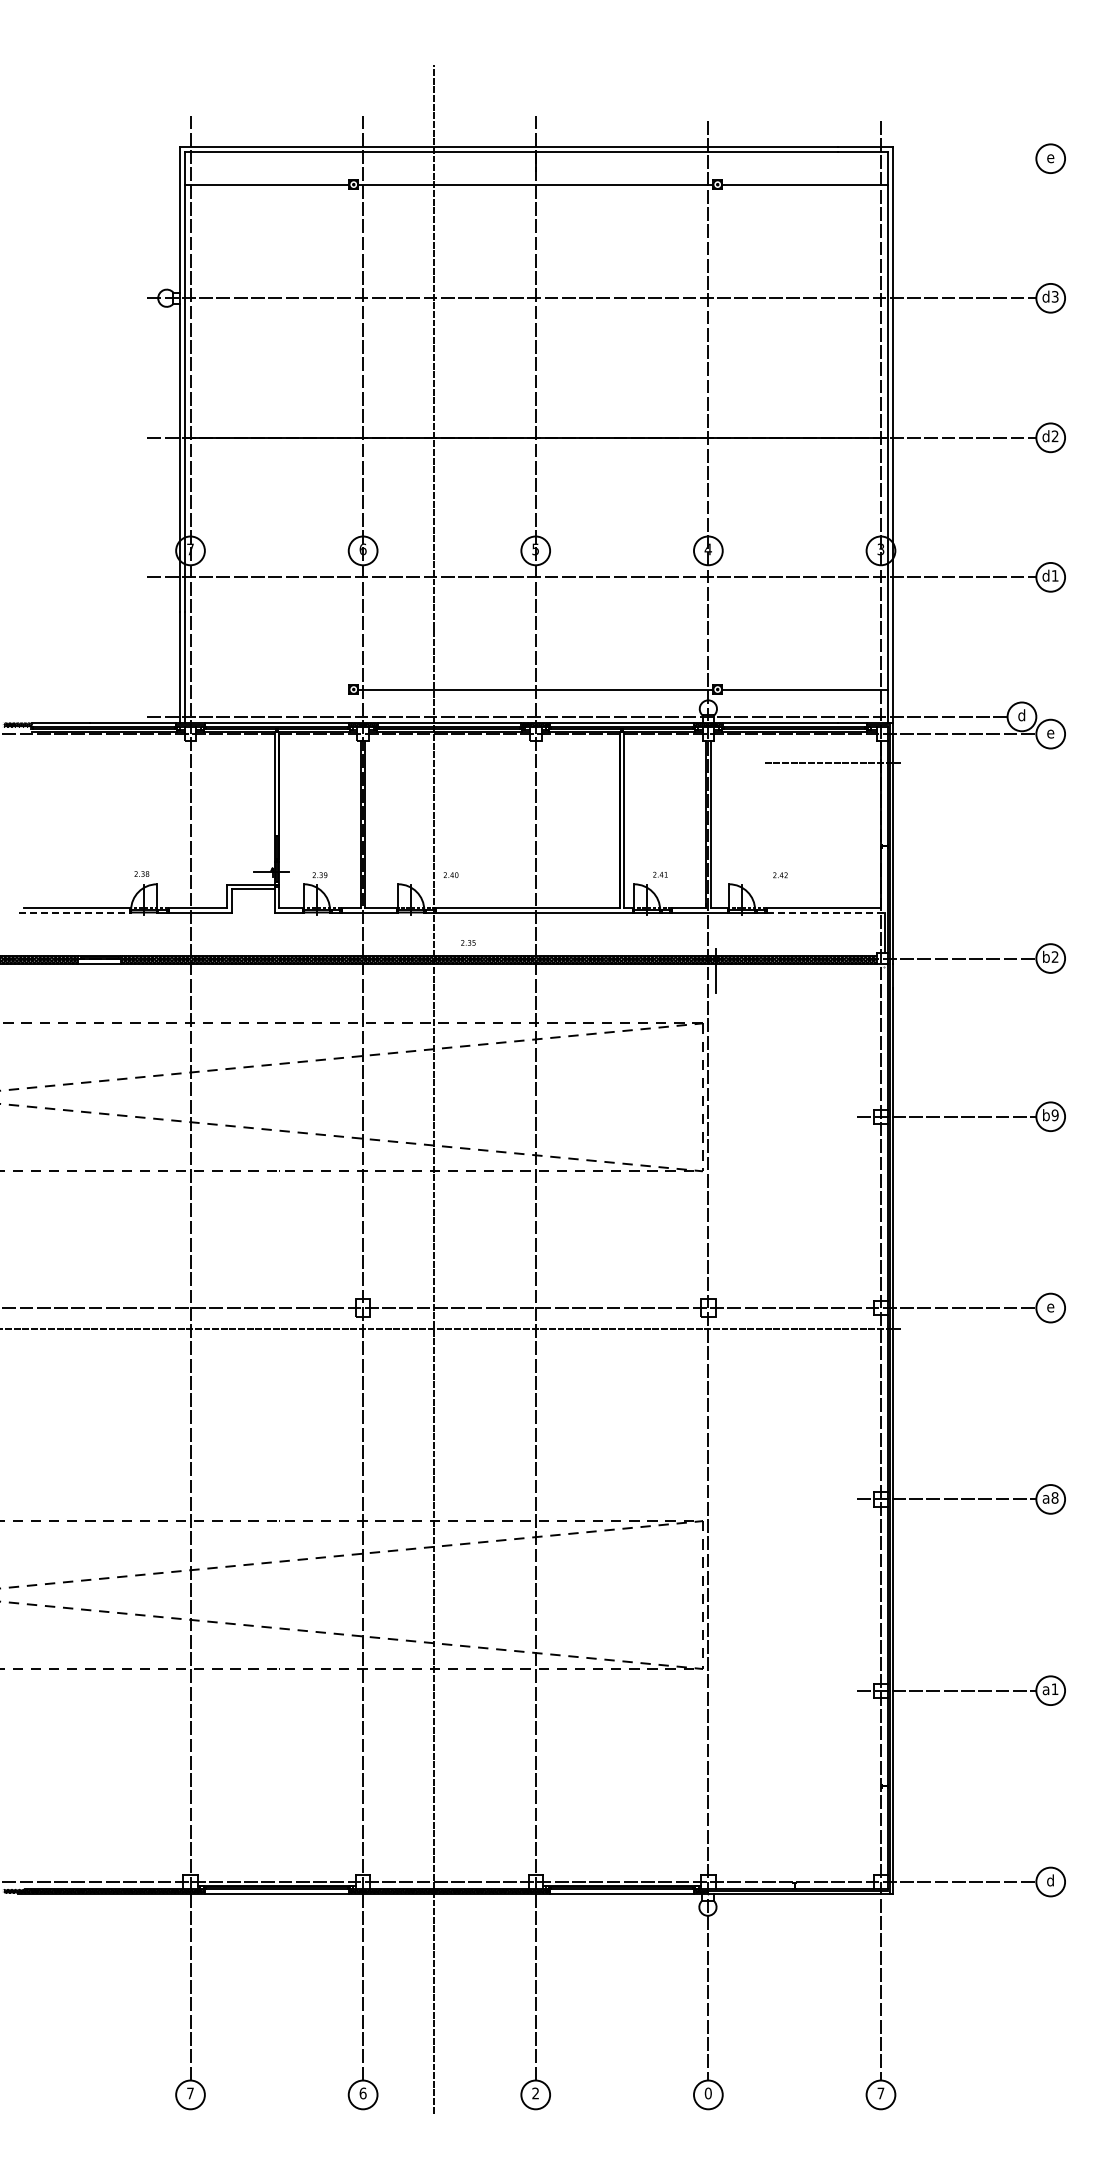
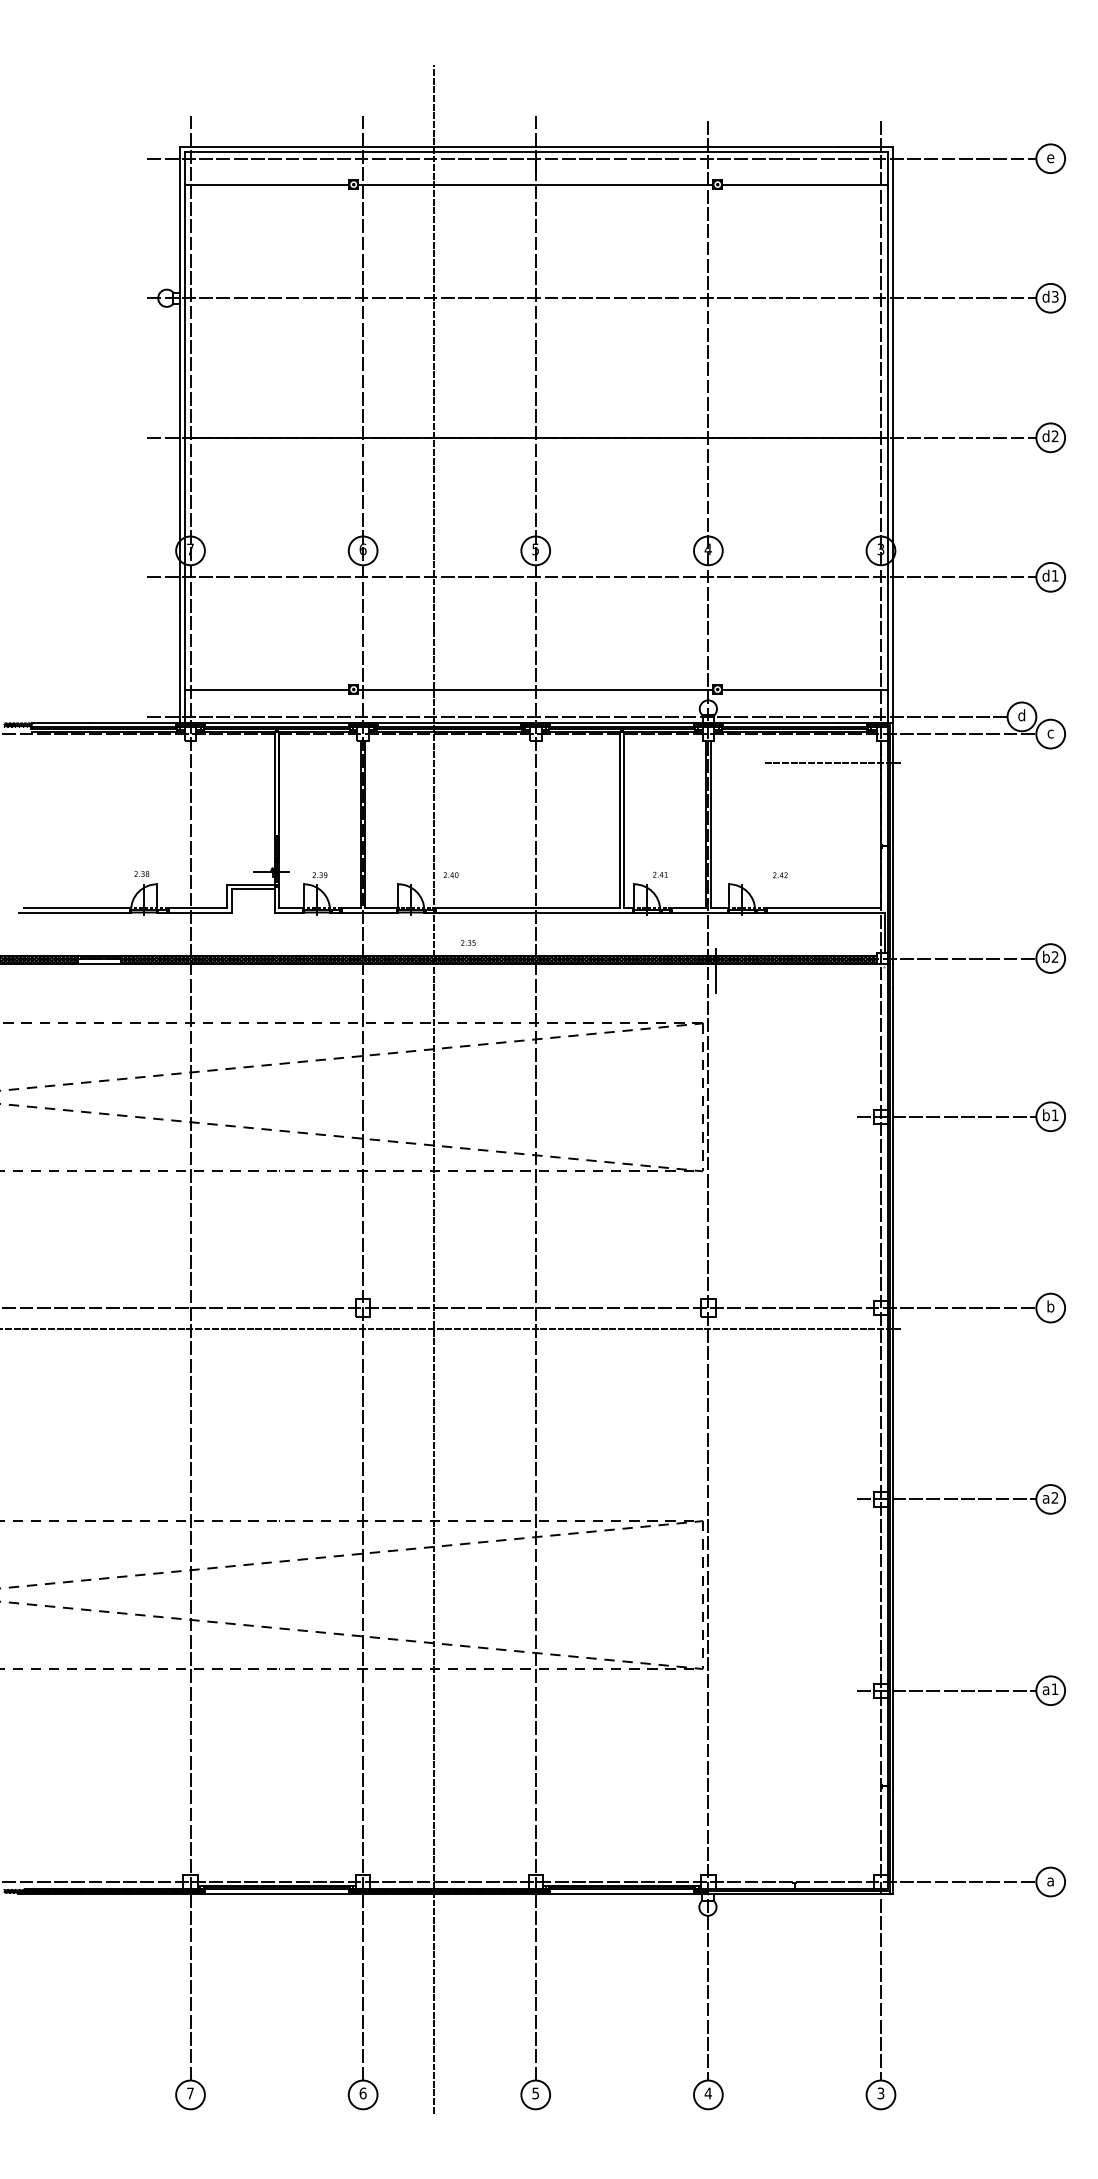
line at (591, 158): none -> present
line at (266, 689): none -> present
text at (1050, 733): e -> c
line at (75, 912): dashed -> solid
line at (826, 912): dashed -> solid
text at (1054, 1115): b9 -> b1
text at (1050, 1306): e -> b
text at (1054, 1497): a8 -> a2
text at (1050, 1880): d -> a
text at (535, 2093): 2 -> 5
text at (707, 2093): 0 -> 4
text at (880, 2093): 7 -> 3
